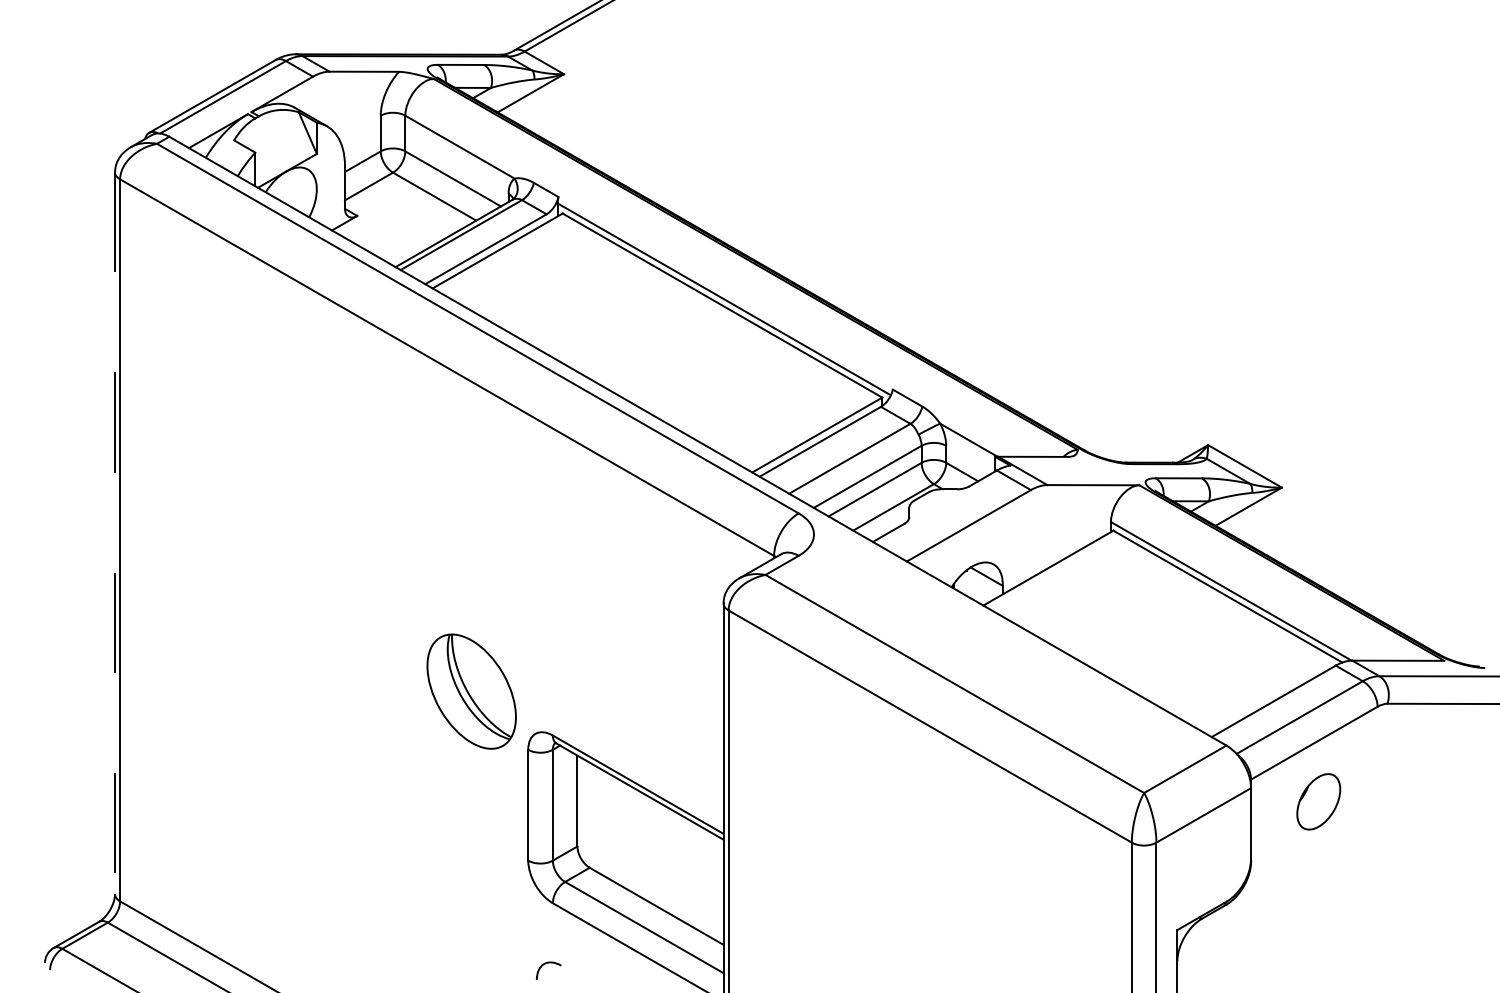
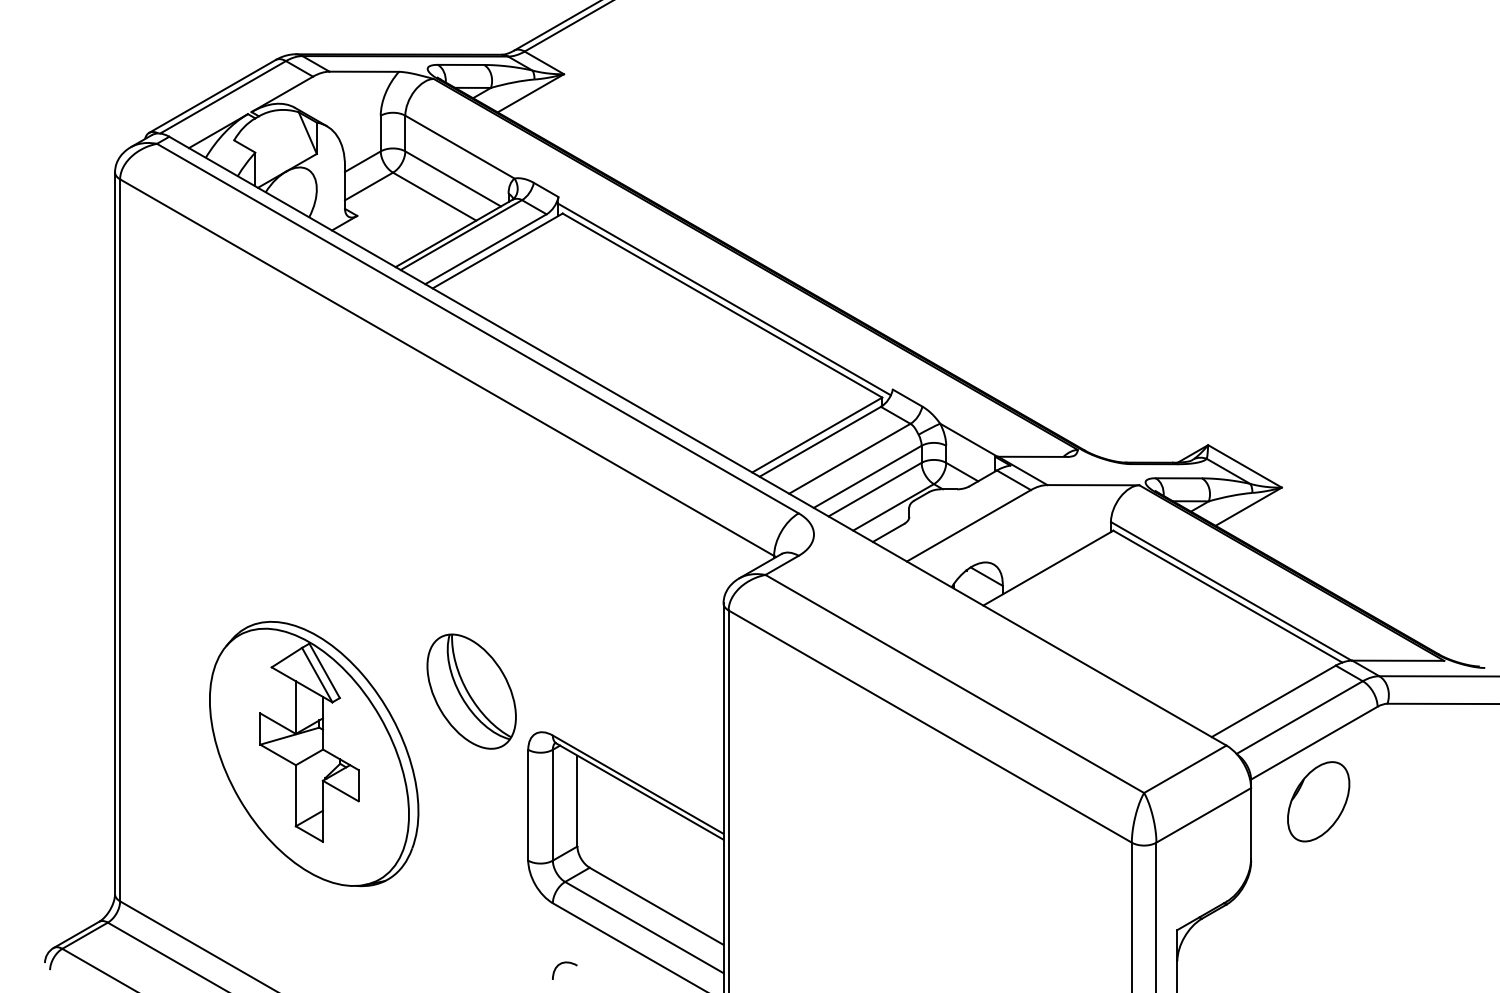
line at (115, 533): dashed -> solid
part at (314, 753): none -> present
part at (1318, 801) size: 46x58 px -> 64x82 px
curve at (545, 964) position: (545, 964) -> (561, 964)
